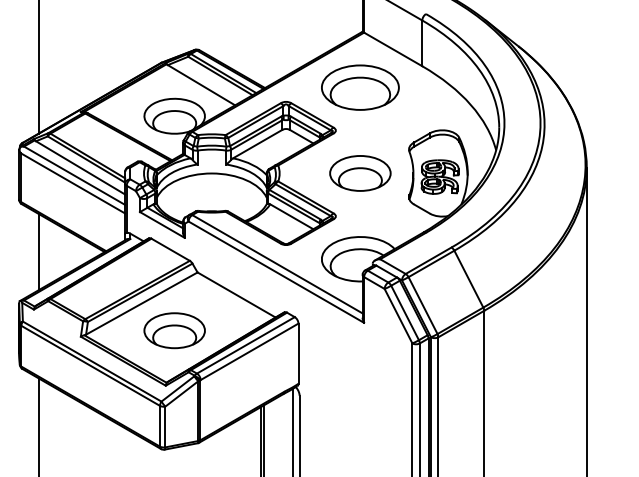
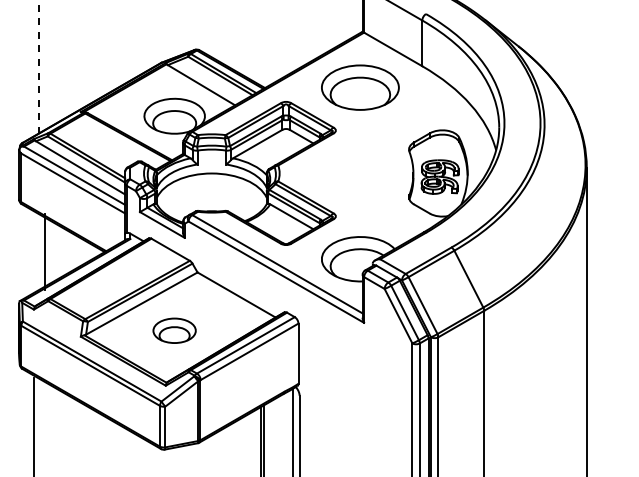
line at (38, 66): solid -> dashed
part at (360, 173): present -> none
line at (38, 251) position: (38, 251) -> (44, 251)
part at (174, 330) size: 63x38 px -> 45x27 px
line at (38, 425) position: (38, 425) -> (33, 425)
